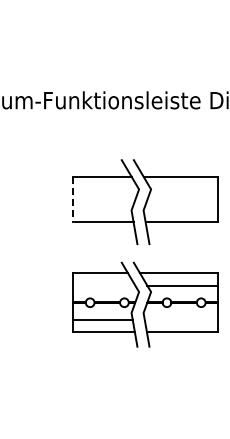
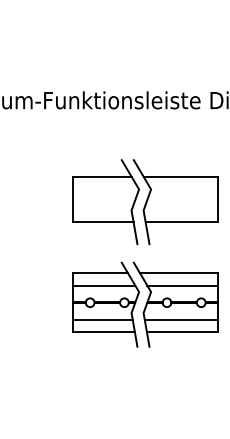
line at (73, 200): dashed -> solid
line at (104, 285): none -> present
line at (181, 320): none -> present
